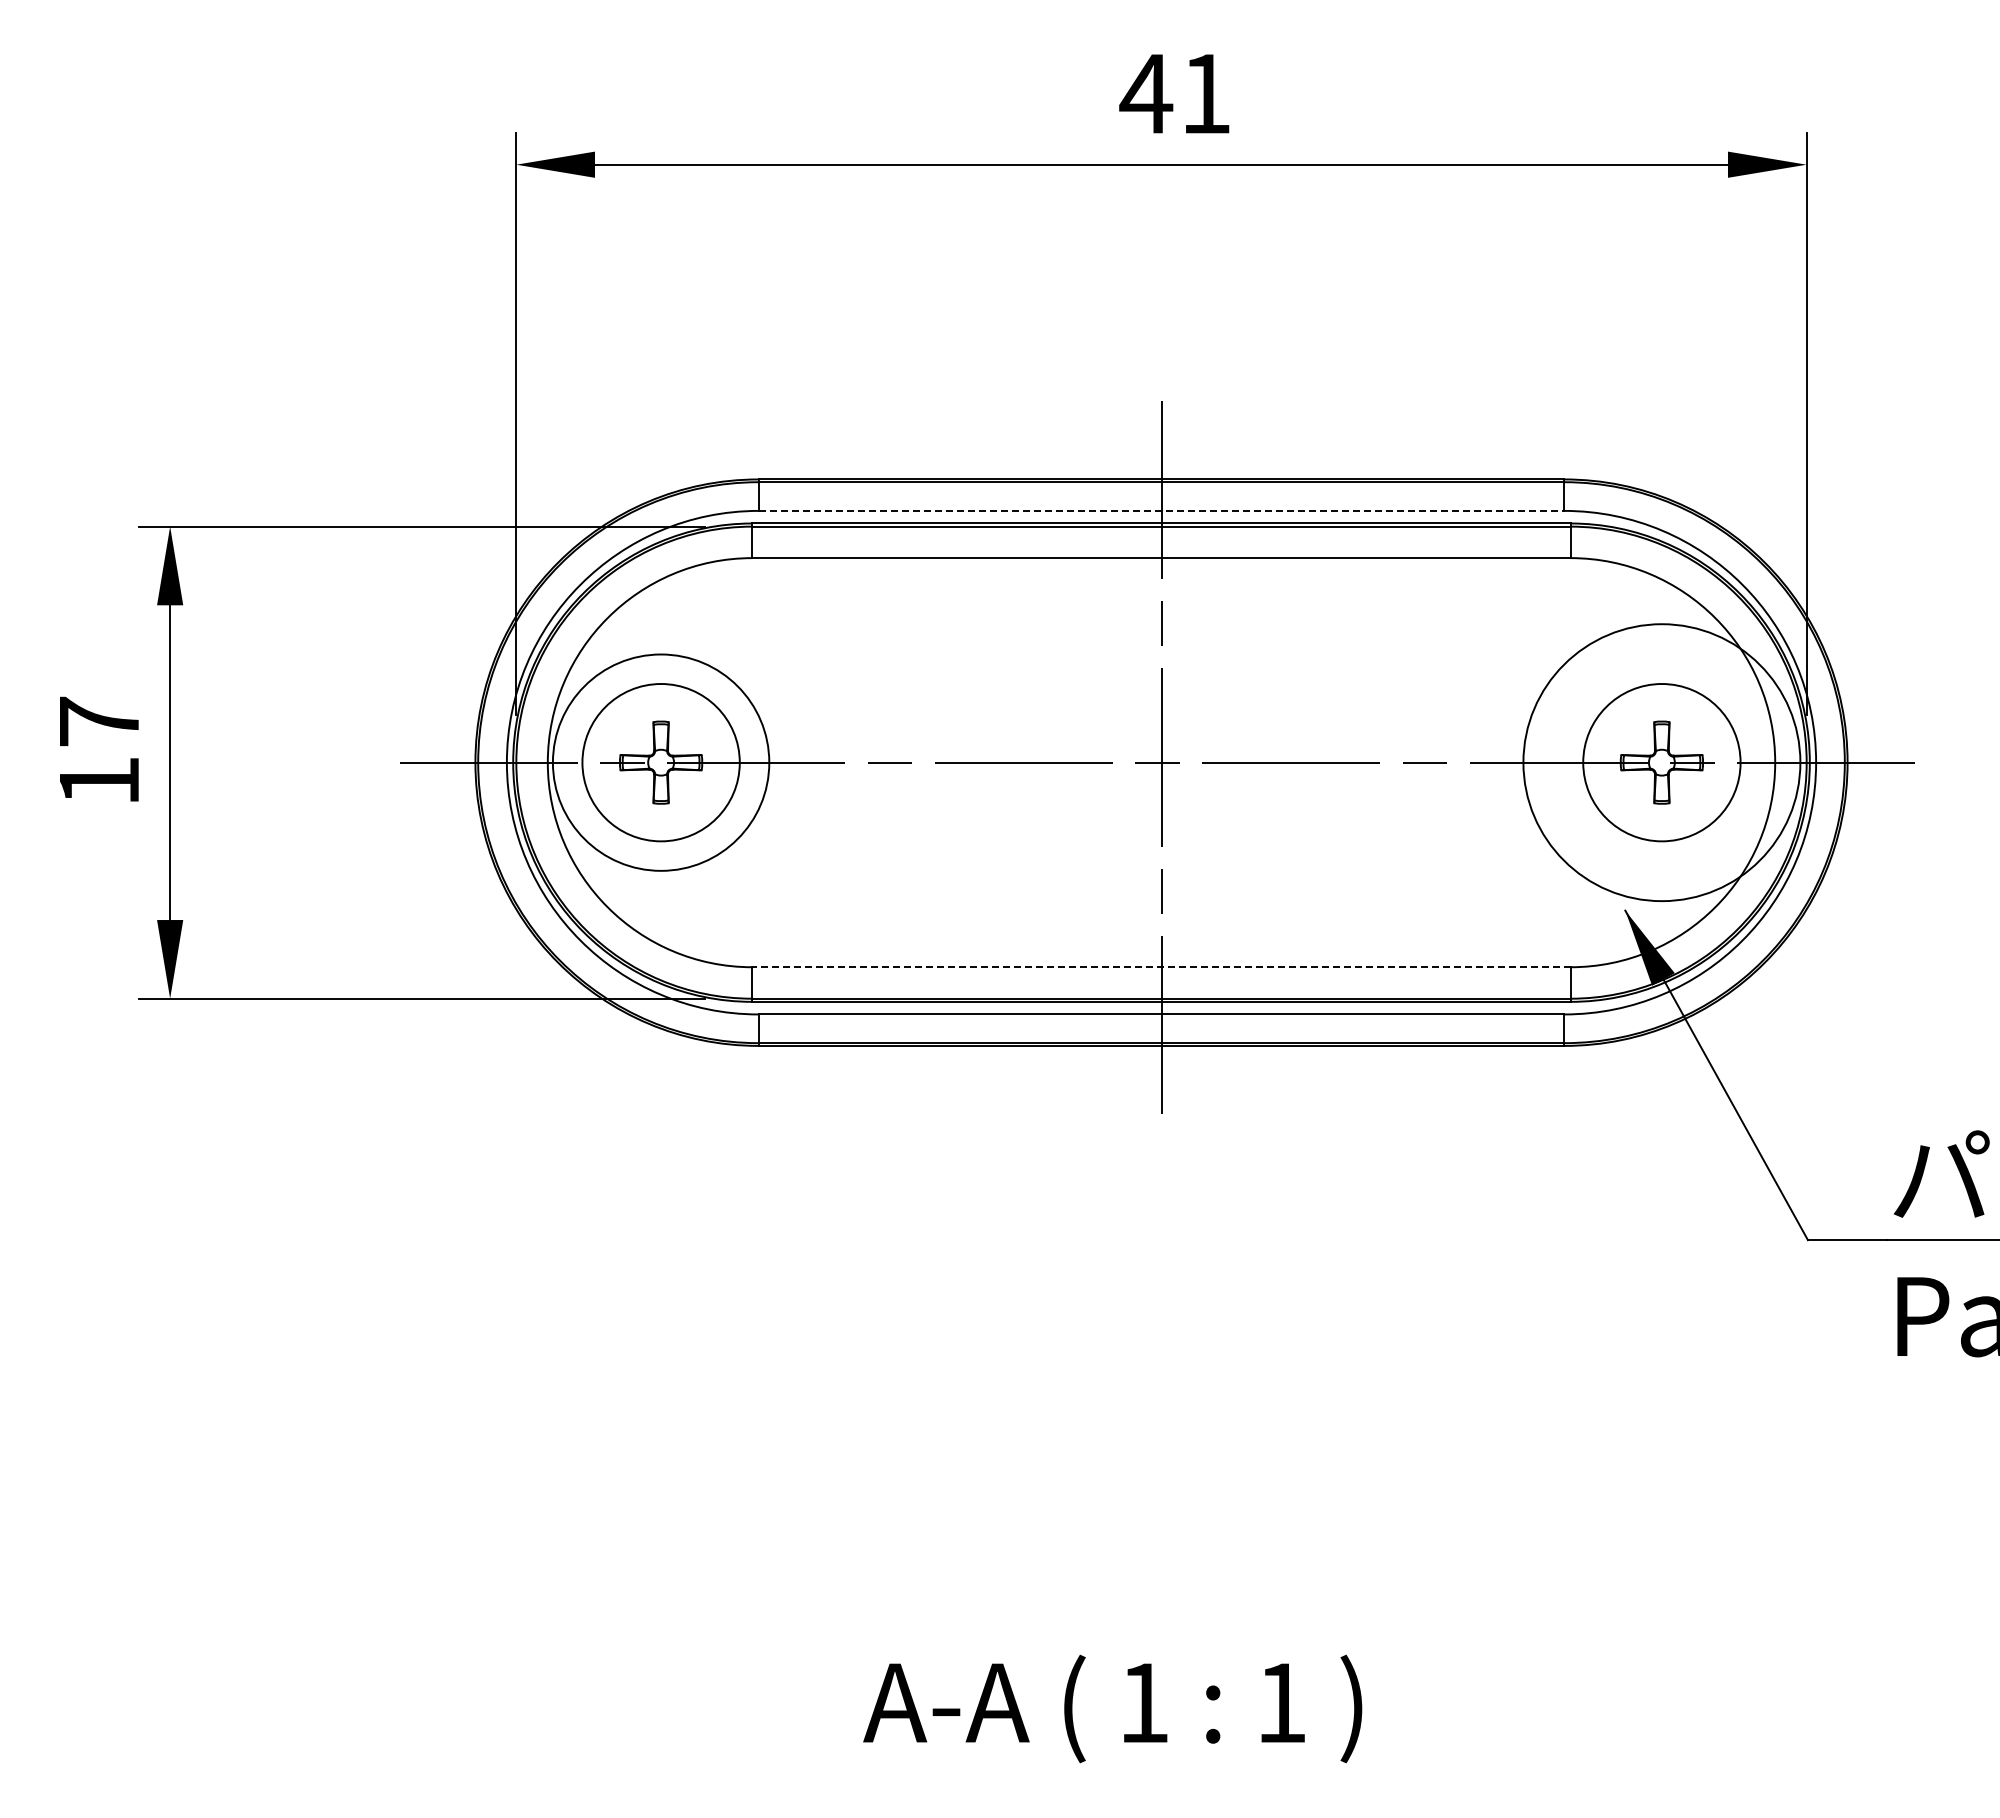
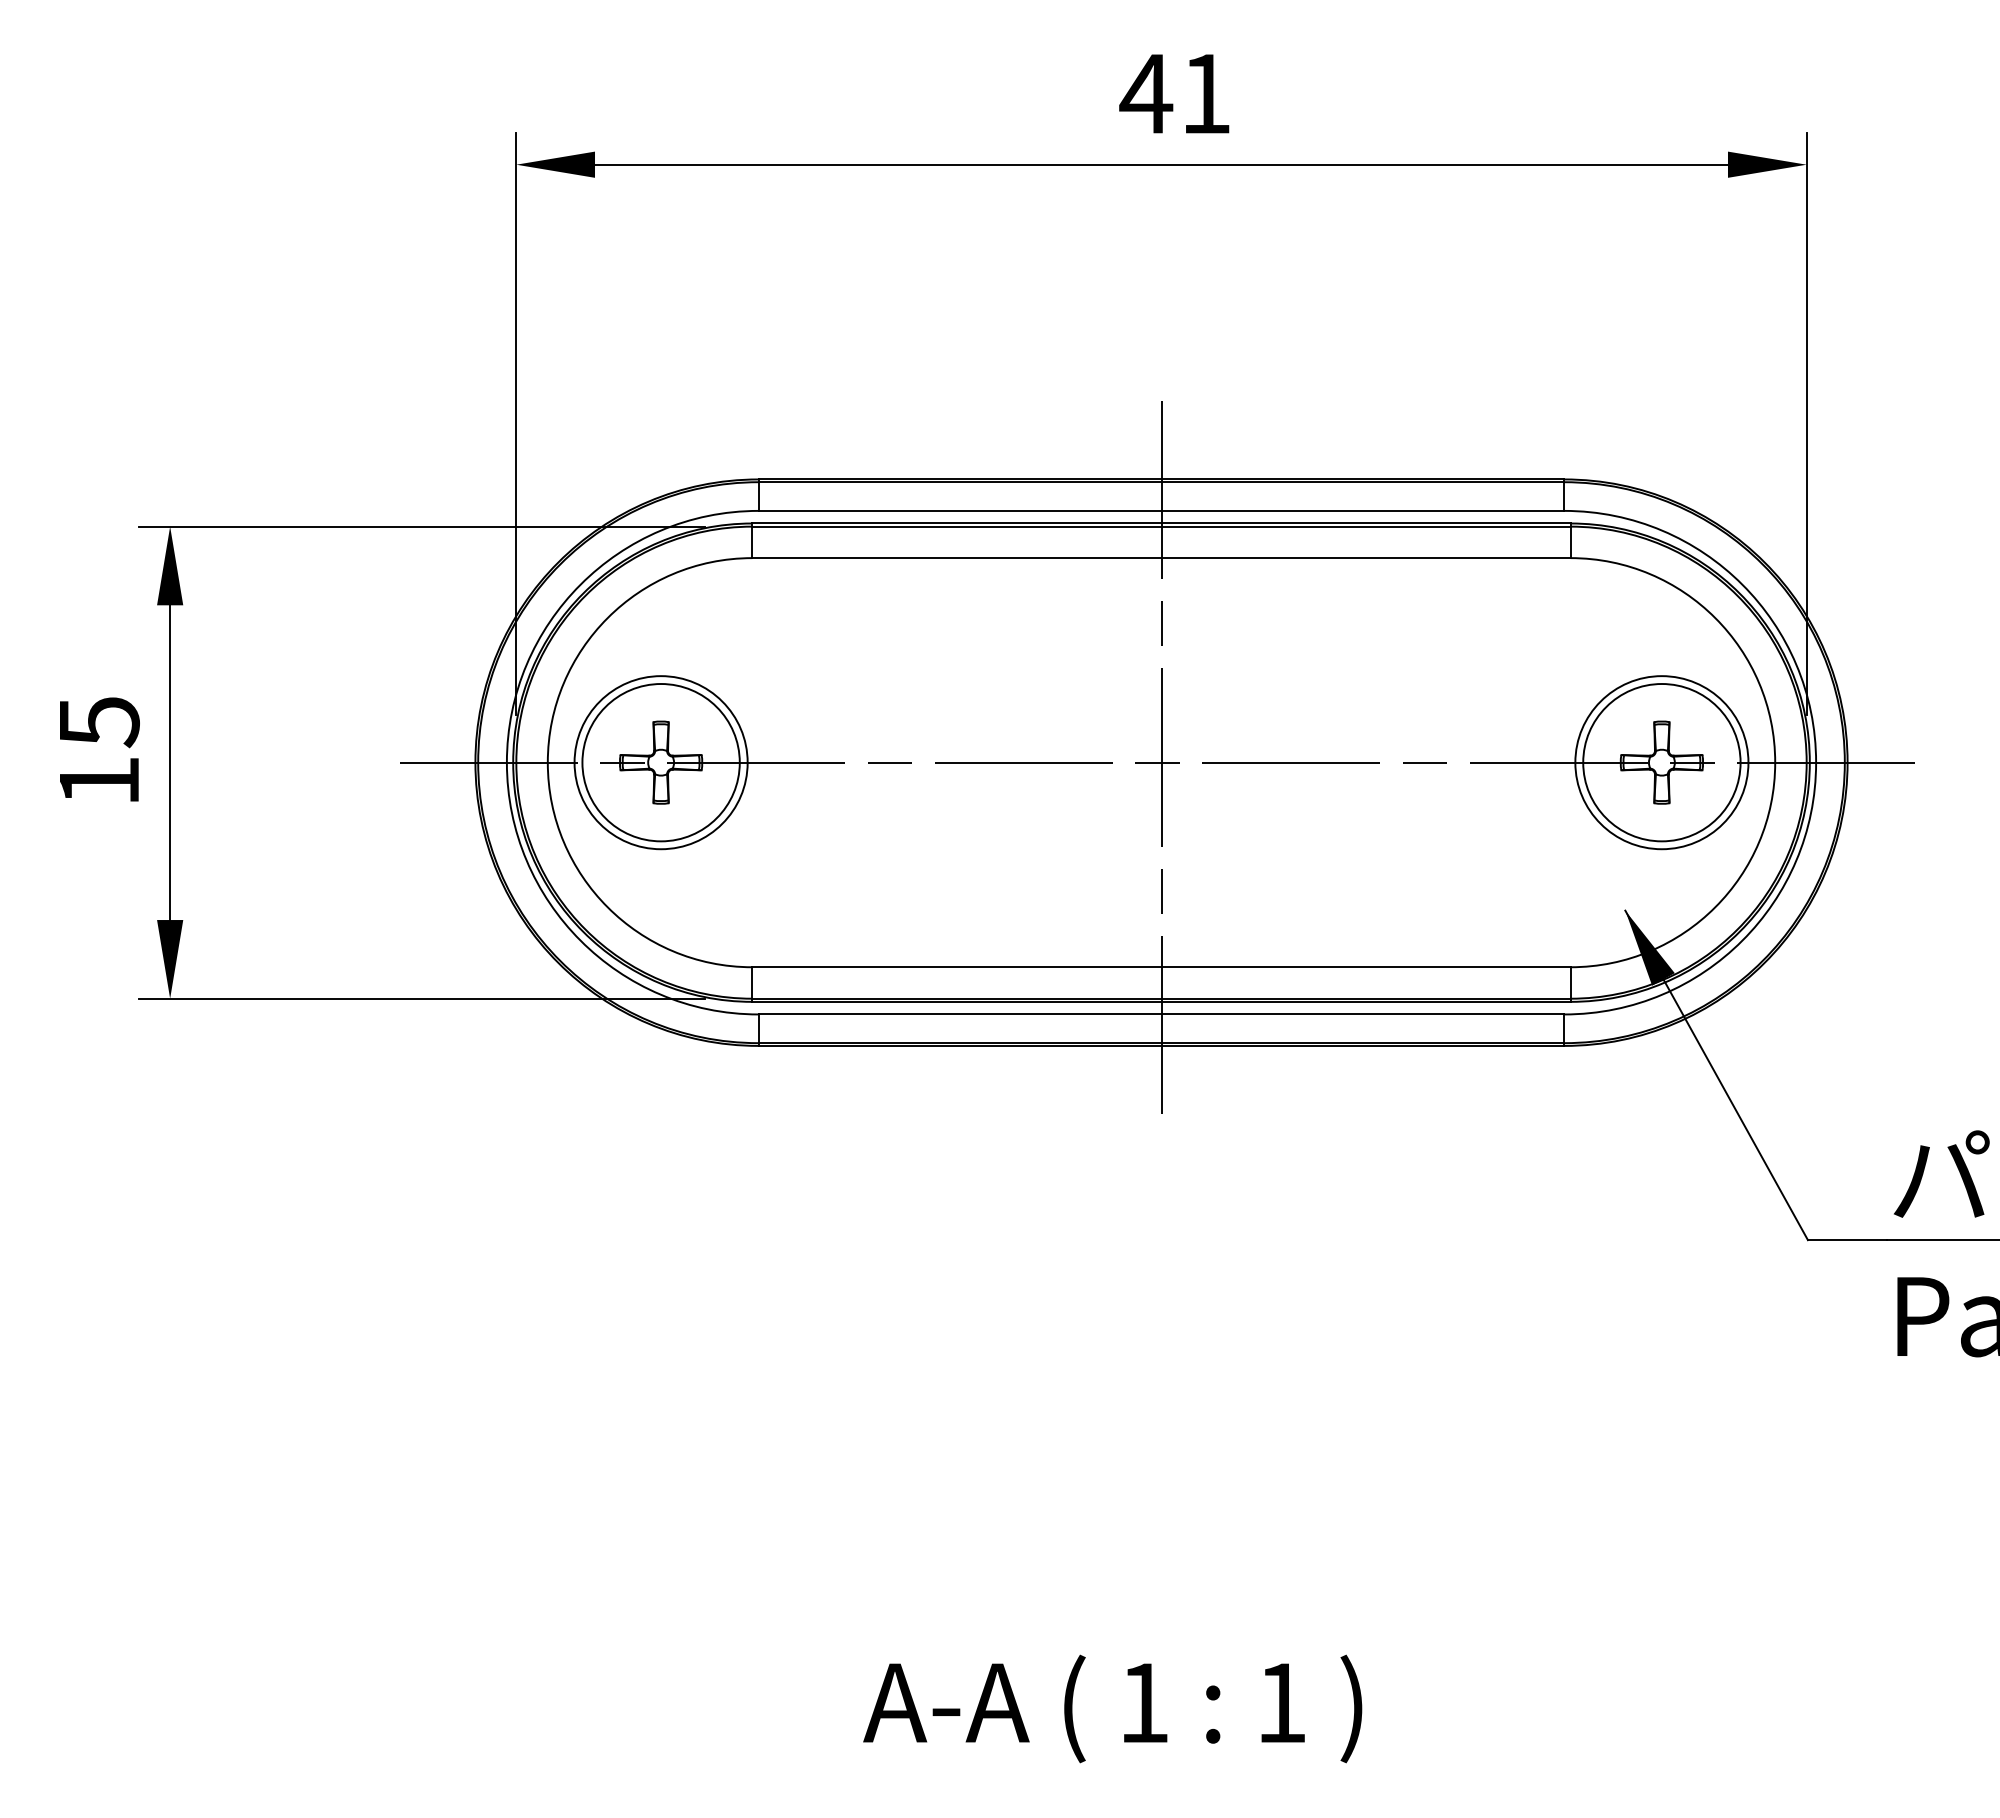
line at (1161, 510): dashed -> solid
text at (99, 722): 17 -> 15
circle at (660, 762) diameter: 216 px -> 173 px
circle at (1661, 762) diameter: 277 px -> 173 px
line at (1161, 967): dashed -> solid
